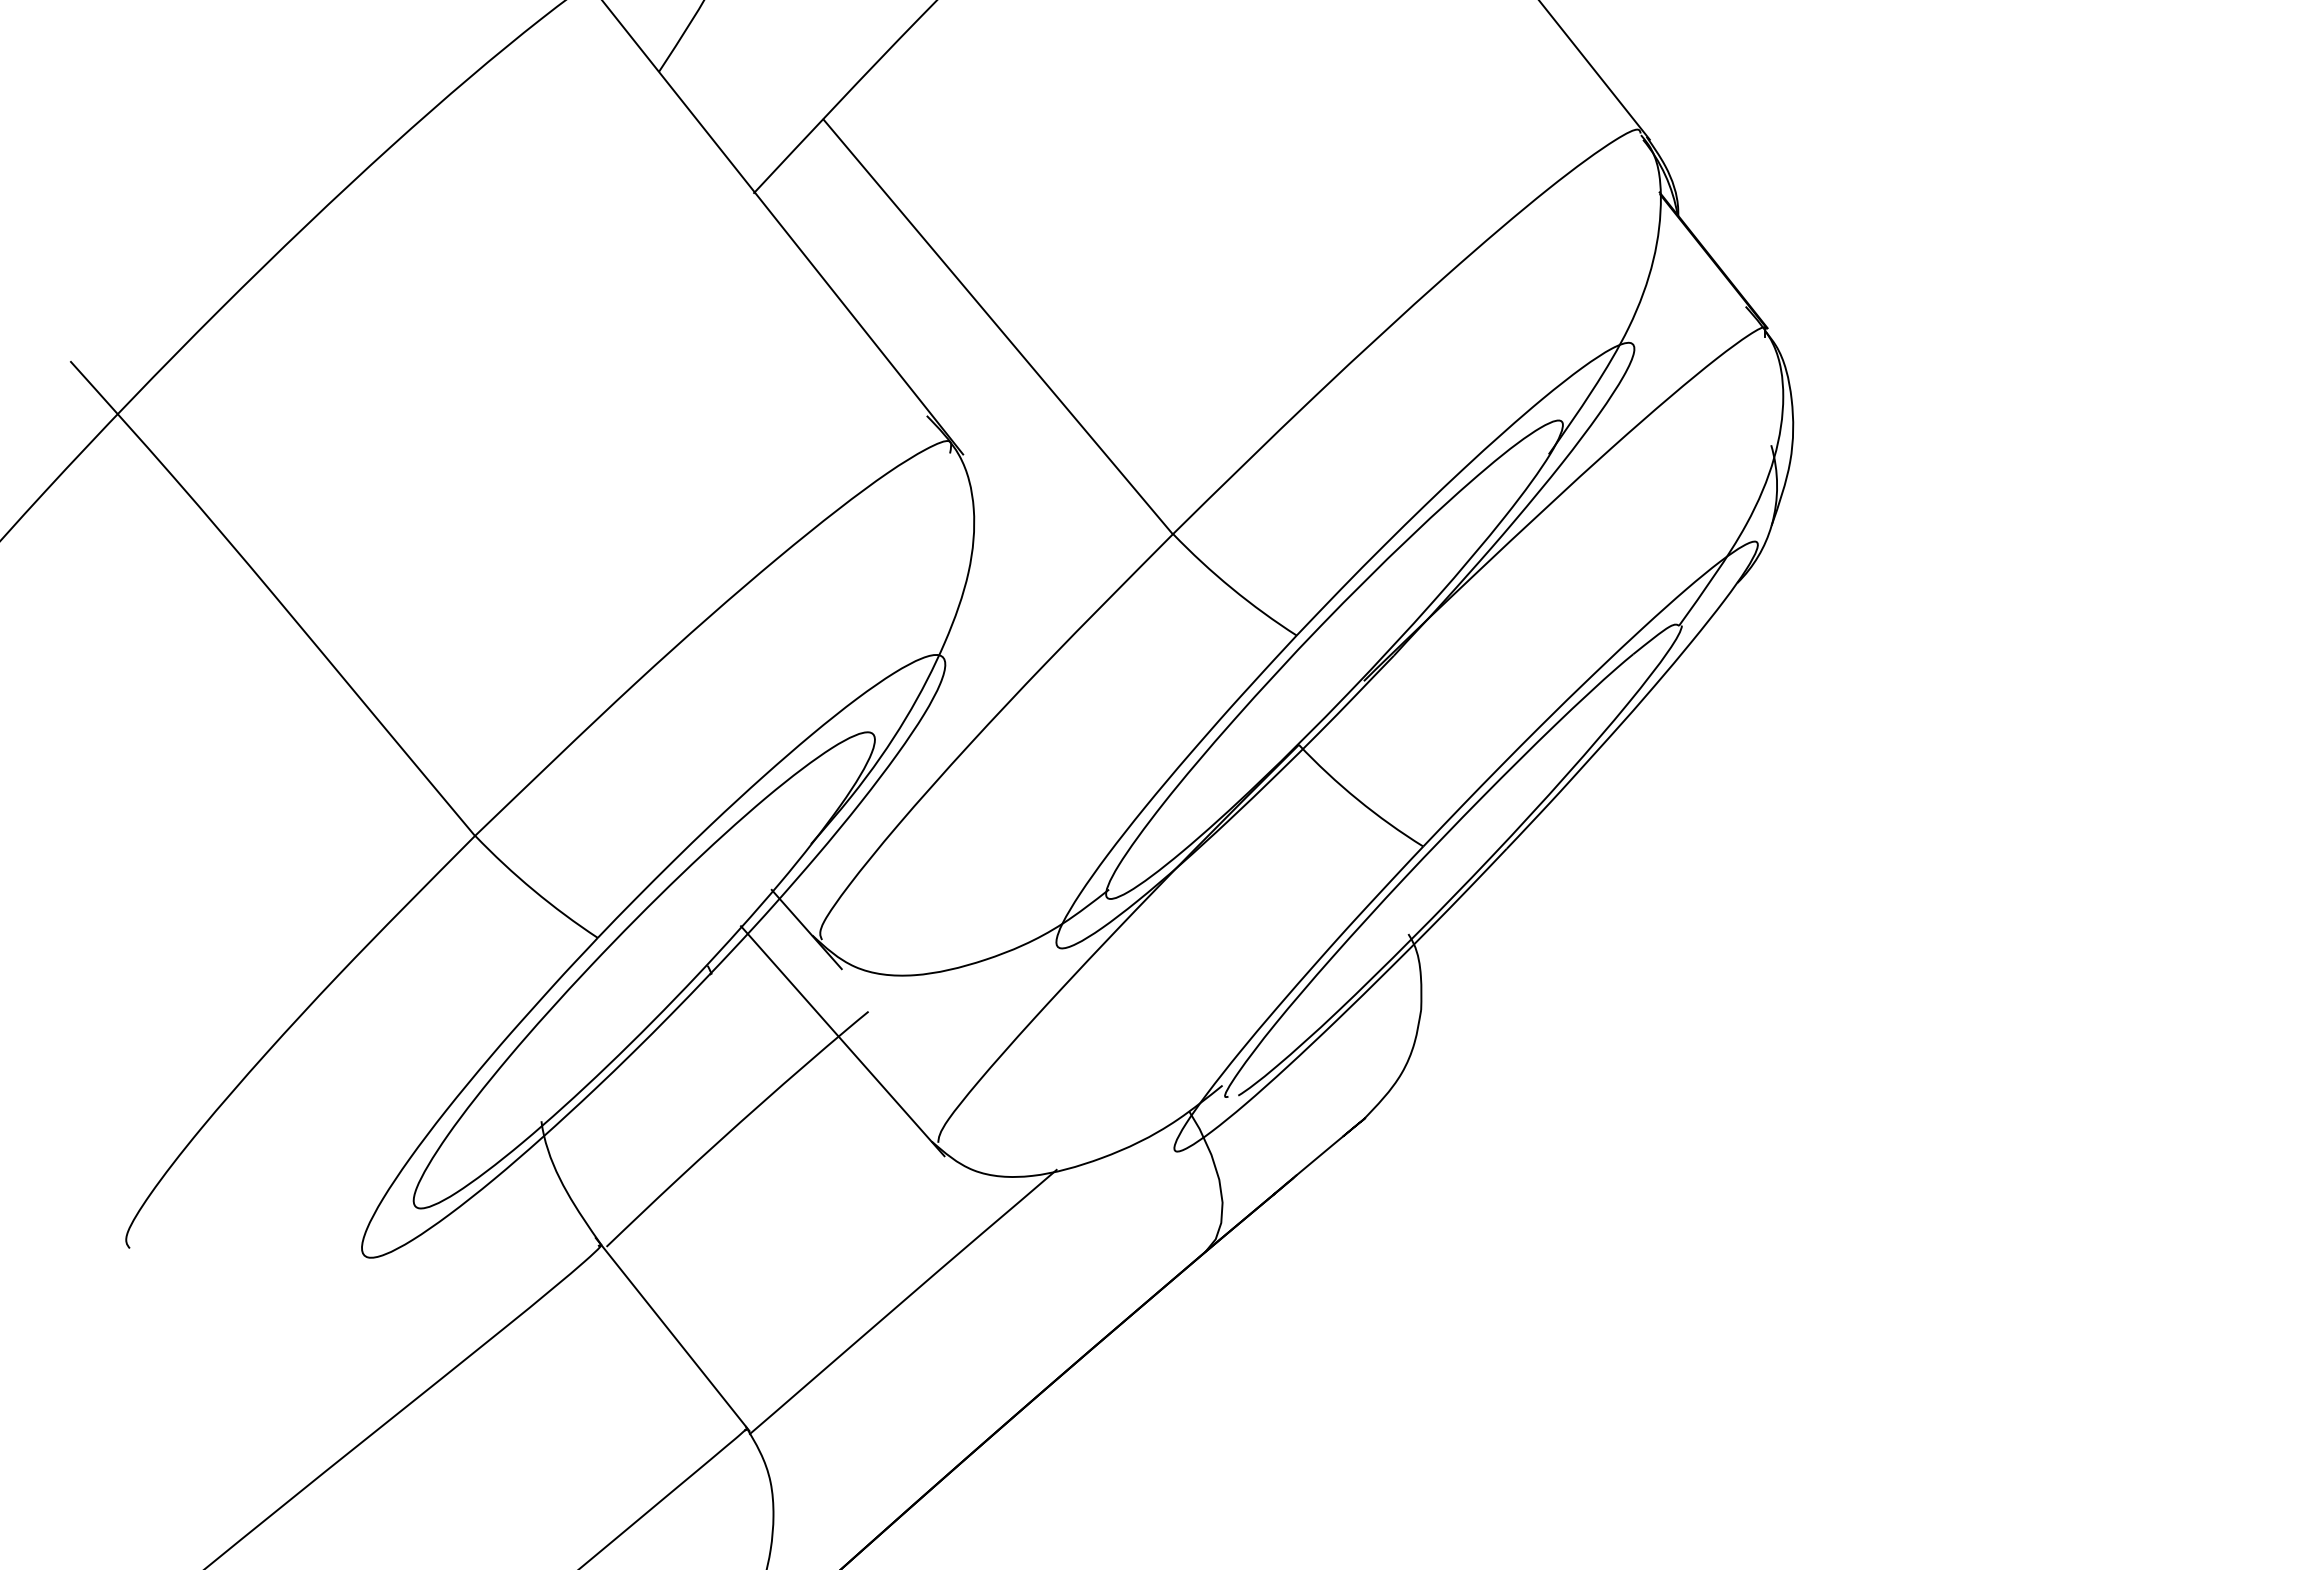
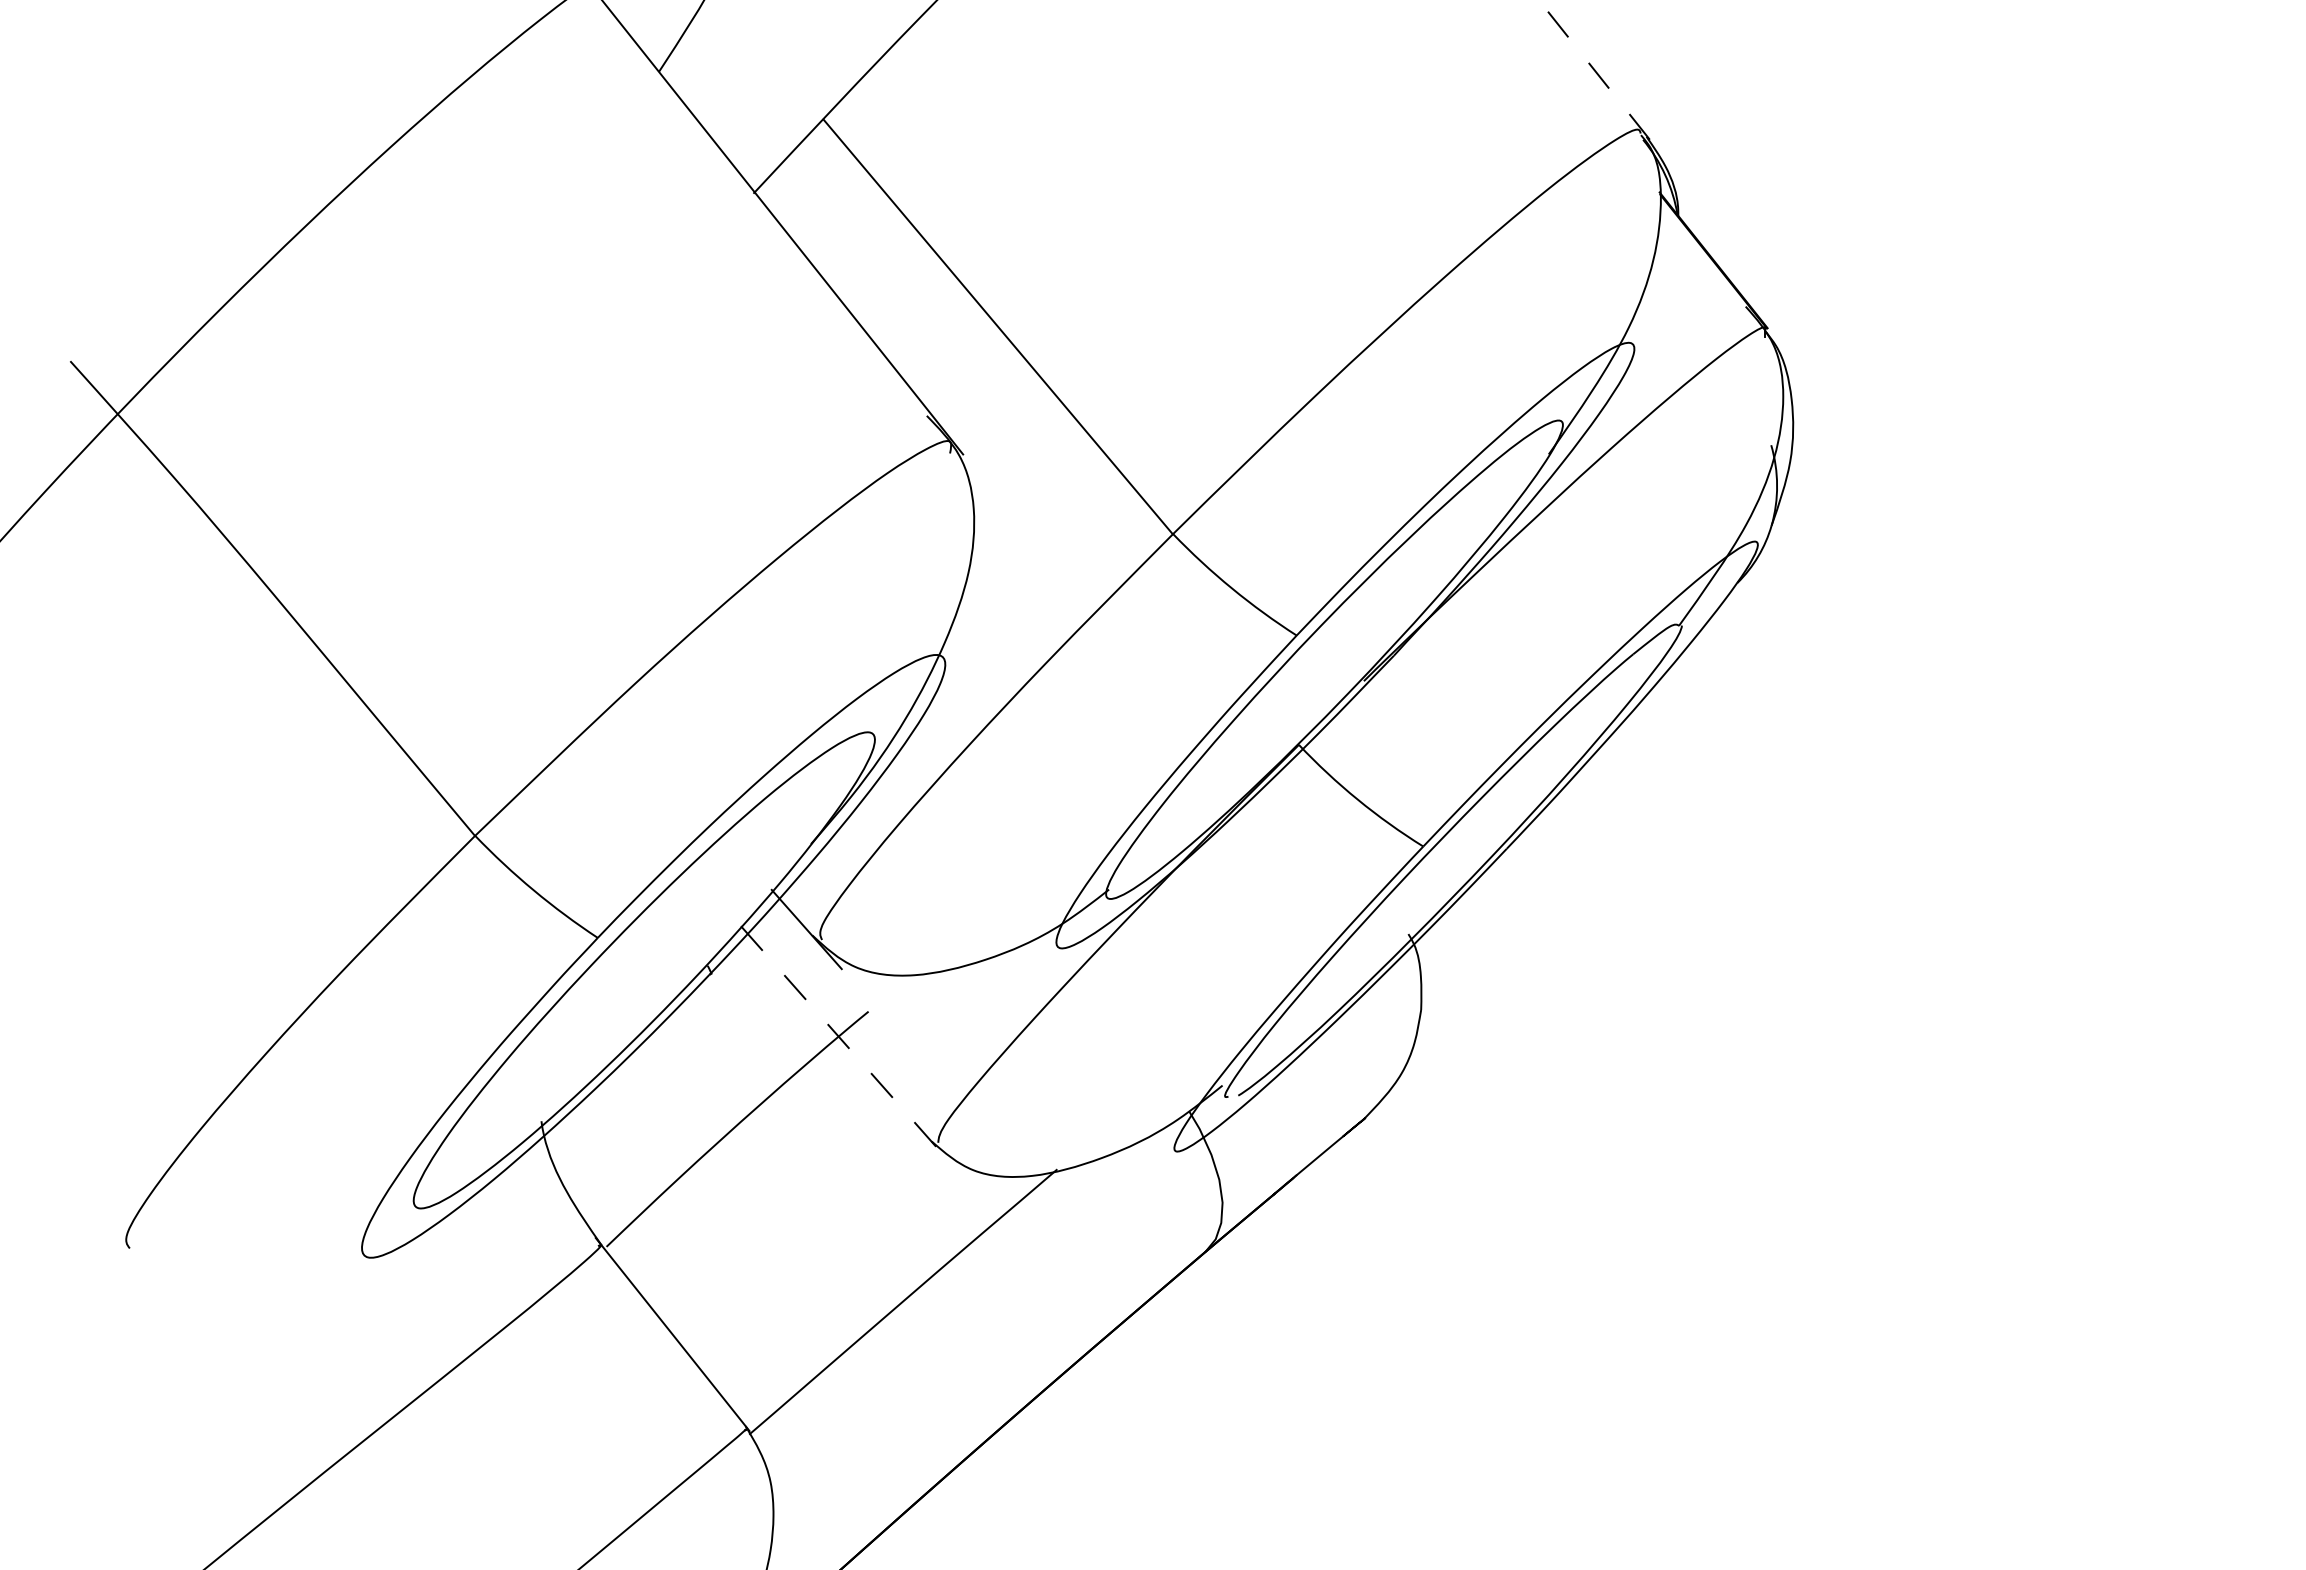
line at (1594, 70): solid -> dashed
line at (842, 1041): solid -> dashed
